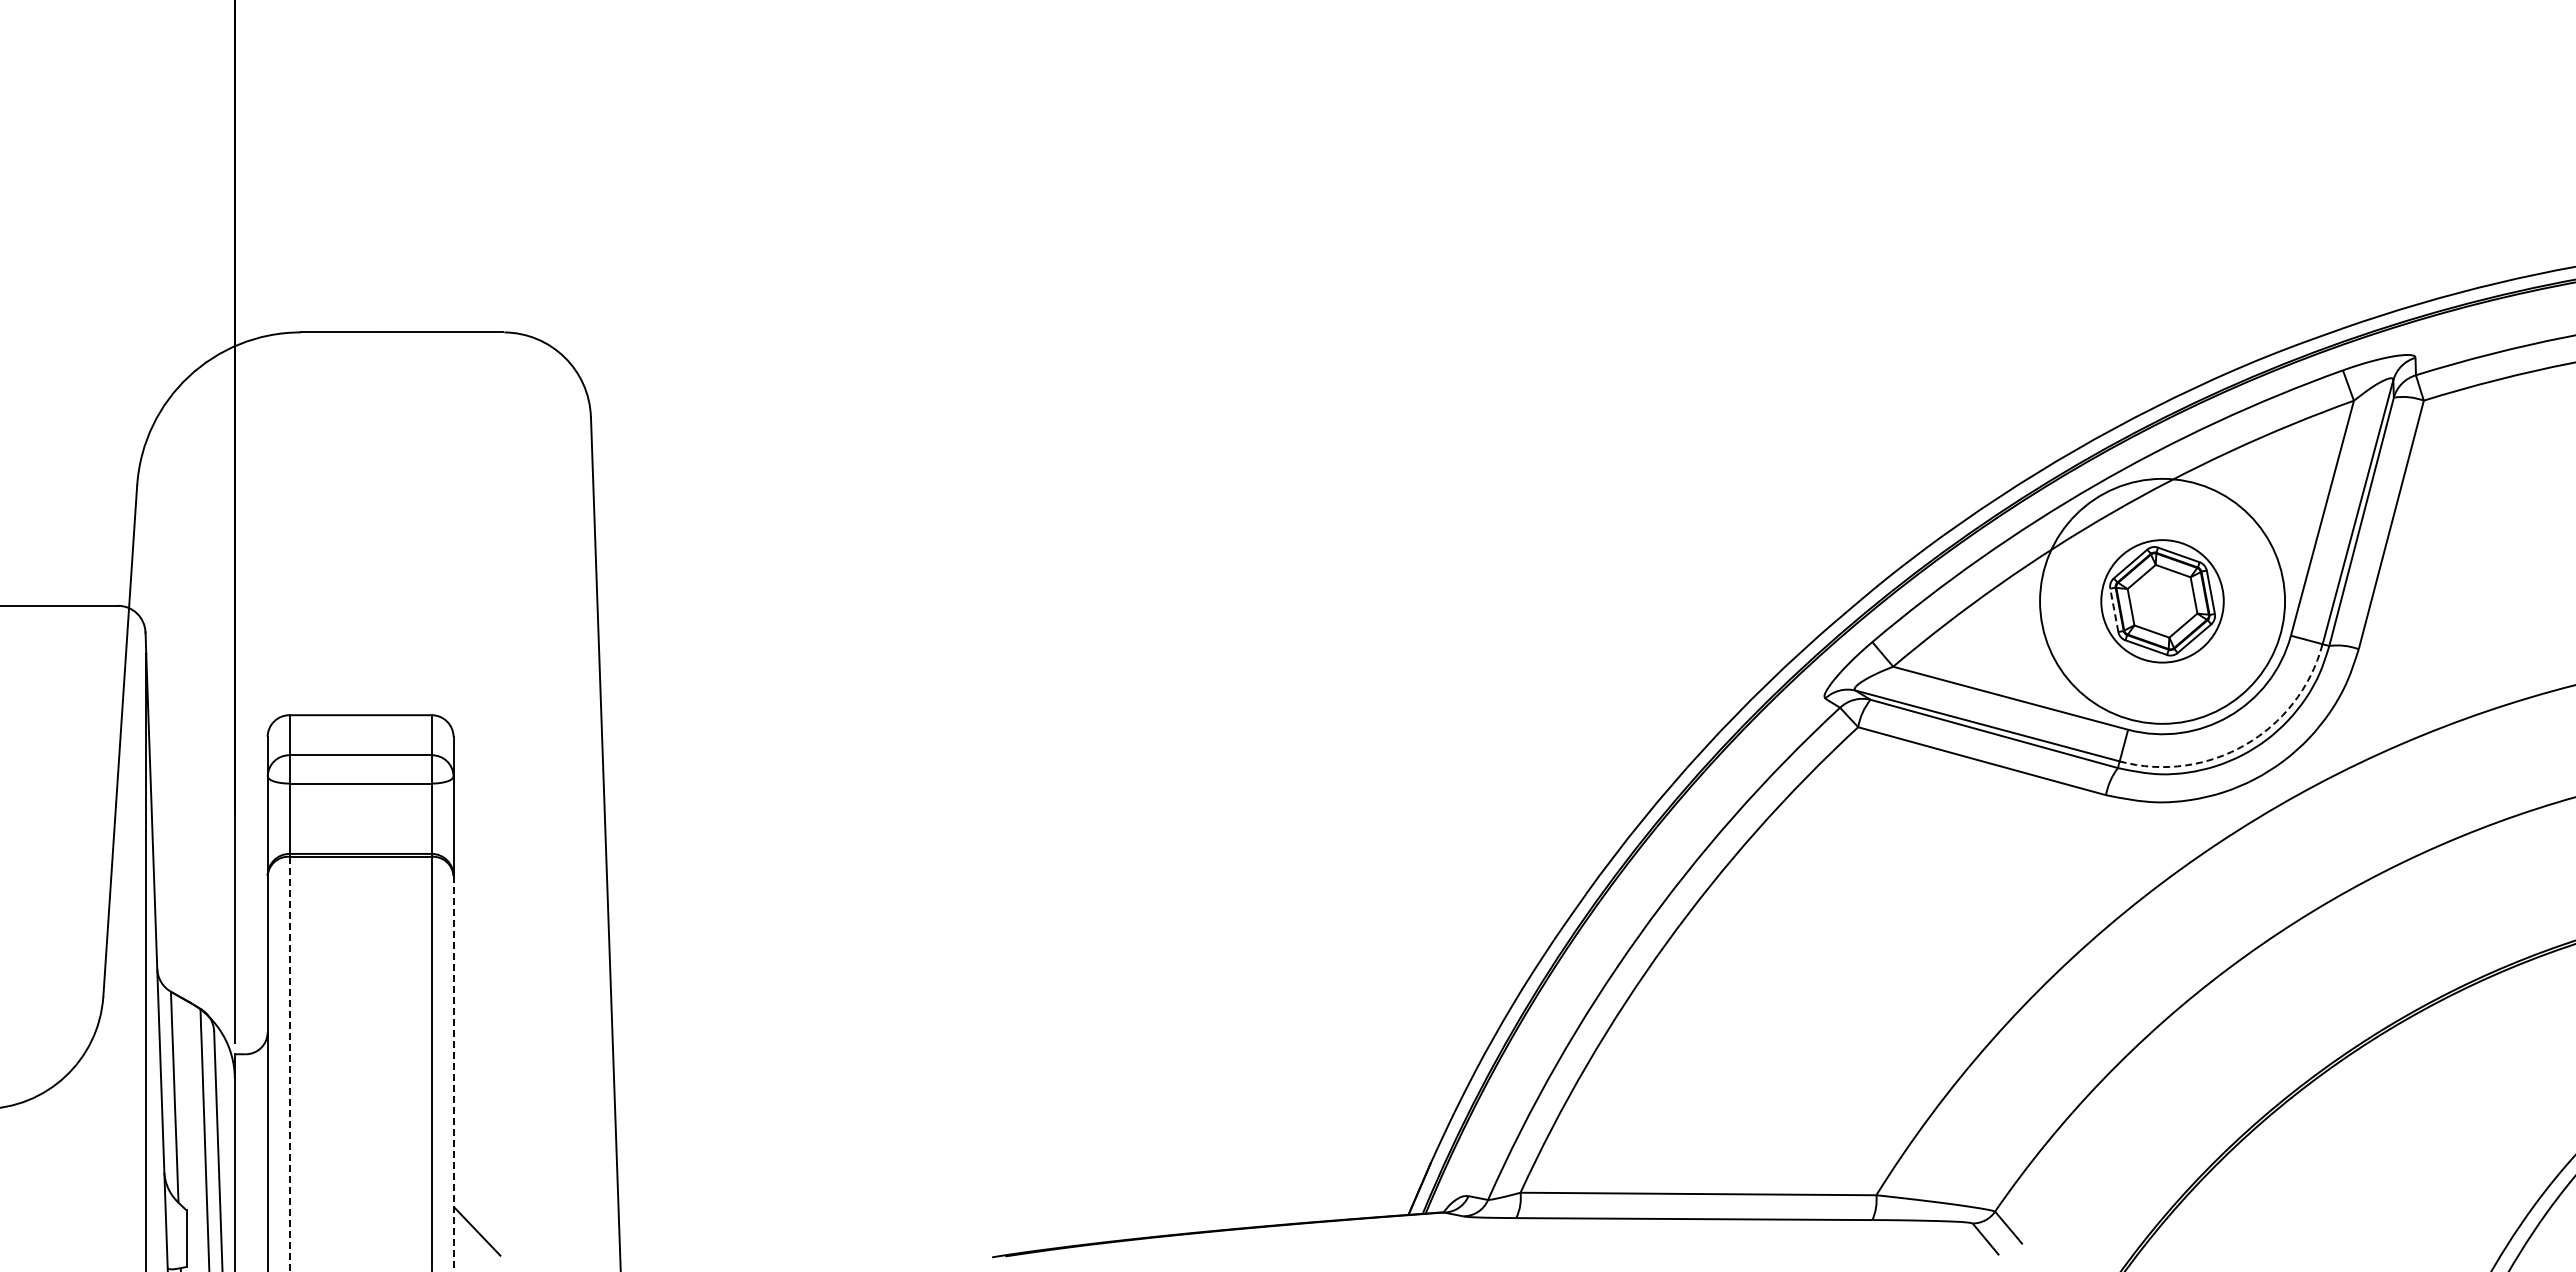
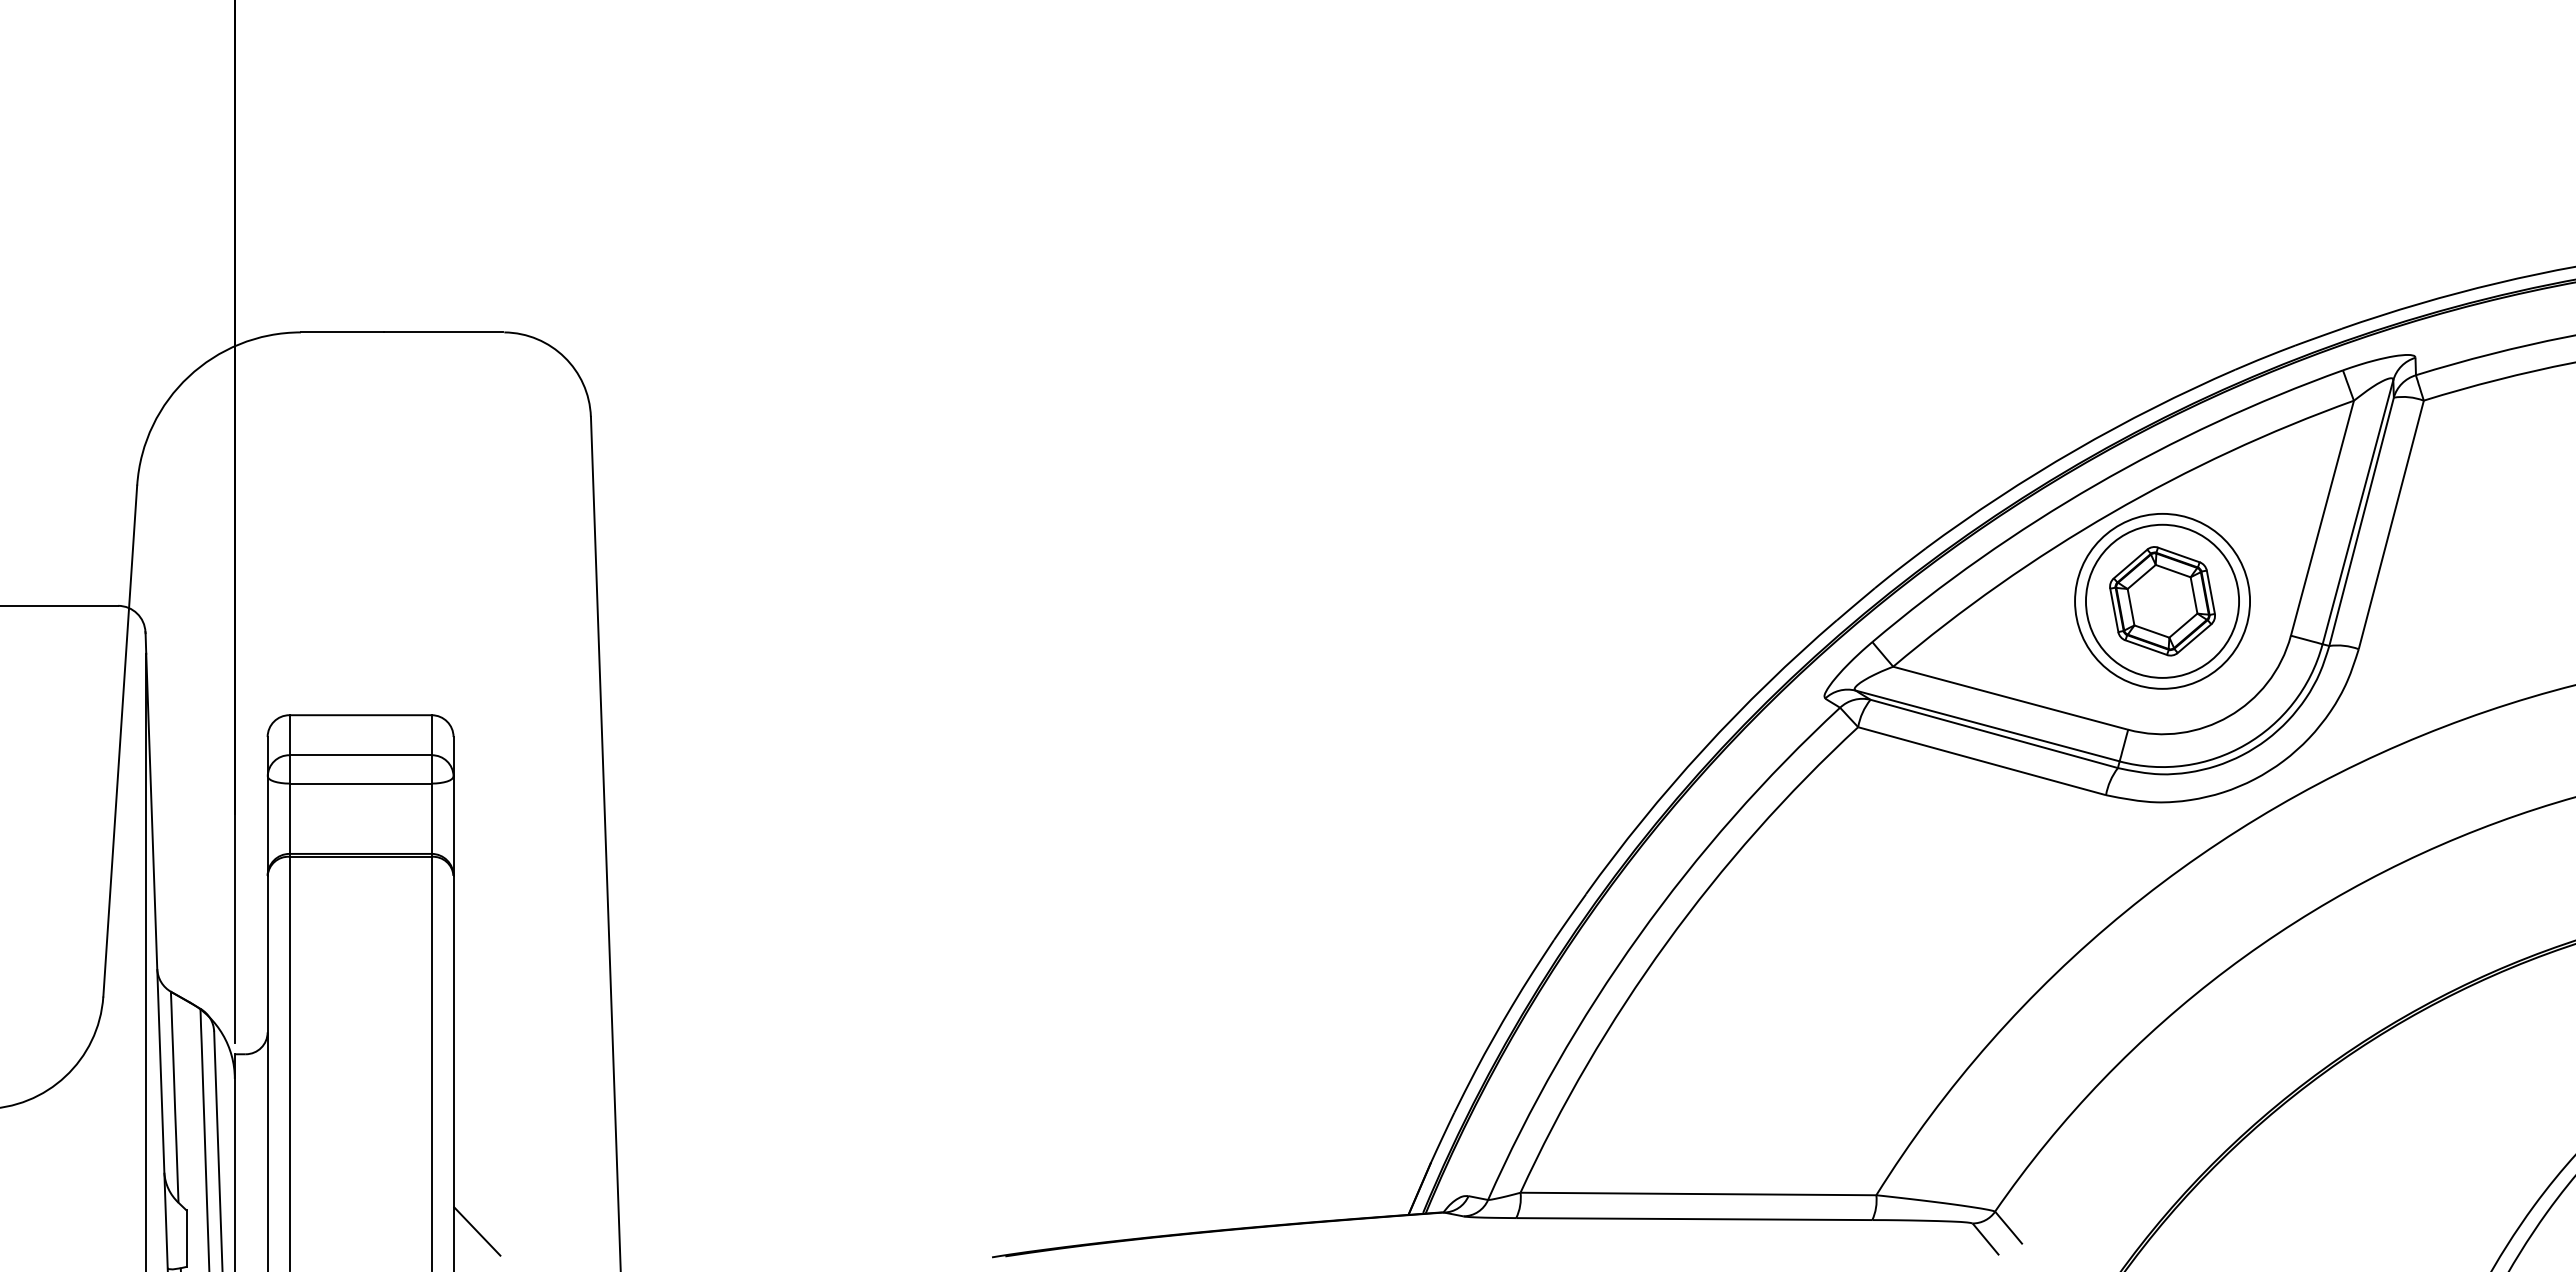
circle at (2162, 600) diameter: 245 px -> 175 px
circle at (2162, 601) diameter: 122 px -> 153 px
line at (2114, 609): dashed -> solid
arc at (2245, 744): dashed -> solid
line at (289, 1064): dashed -> solid
line at (453, 1073): dashed -> solid
